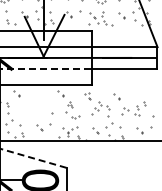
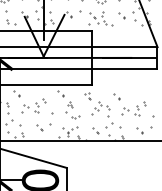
line at (45, 69): dashed -> solid
part at (33, 105): none -> present
line at (33, 158): dashed -> solid
